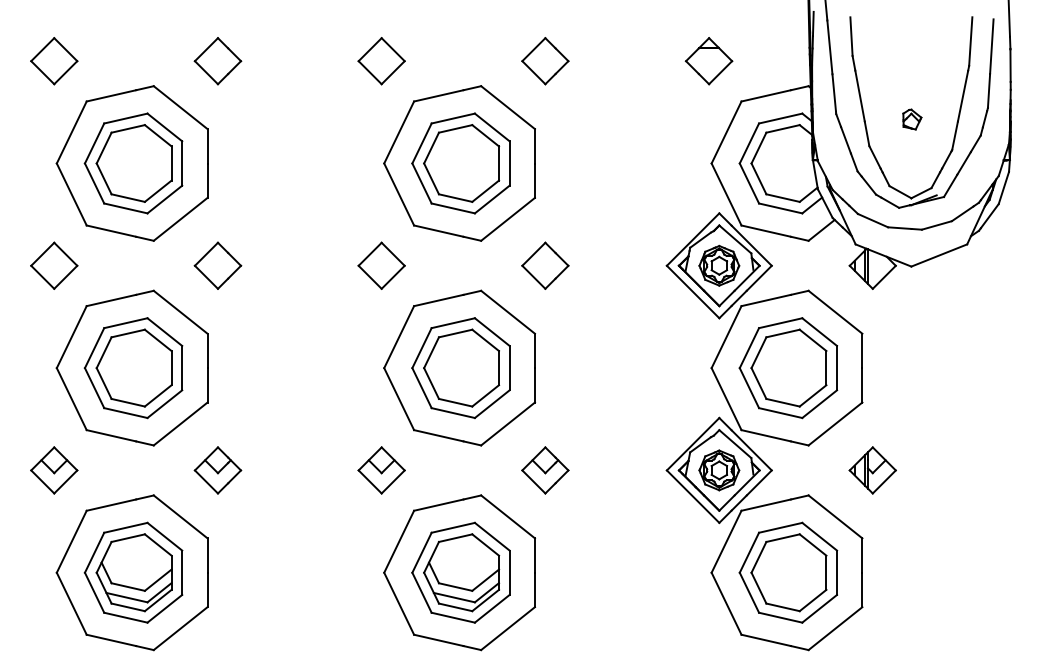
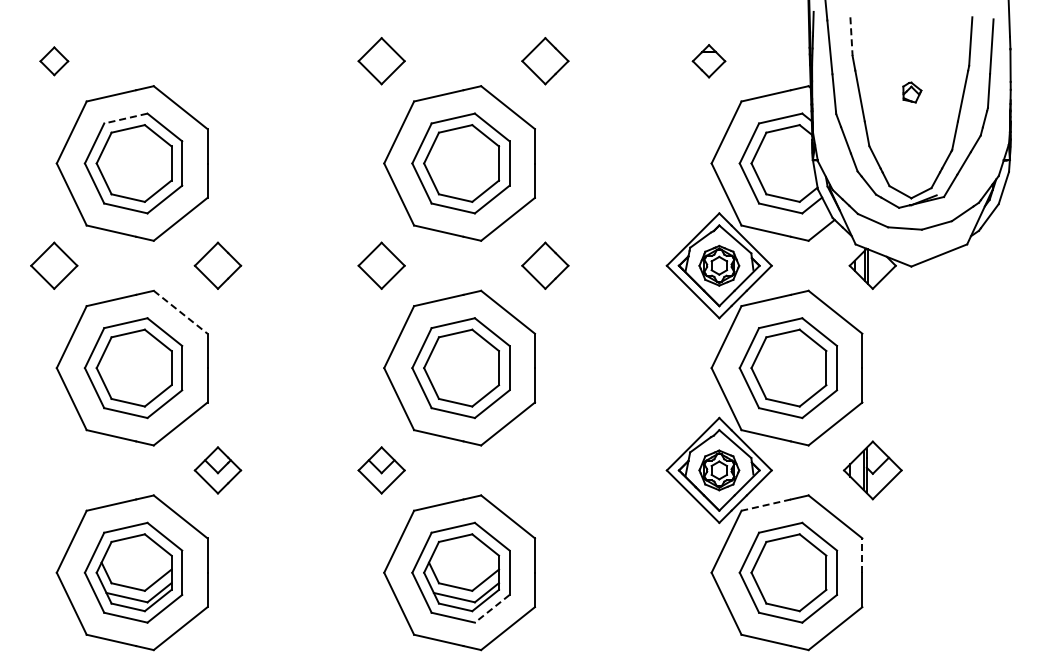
line at (851, 37): solid -> dashed
part at (54, 61) size: 49x49 px -> 31x31 px
part at (217, 61): present -> none
part at (708, 61) size: 50x49 px -> 36x35 px
line at (125, 118): solid -> dashed
part at (912, 119) position: (912, 119) -> (912, 92)
line at (181, 312): solid -> dashed
part at (54, 470): present -> none
part at (545, 470): present -> none
part at (872, 470) size: 49x49 px -> 61x61 px
line at (765, 505): solid -> dashed
line at (862, 555): solid -> dashed
line at (491, 609): solid -> dashed
